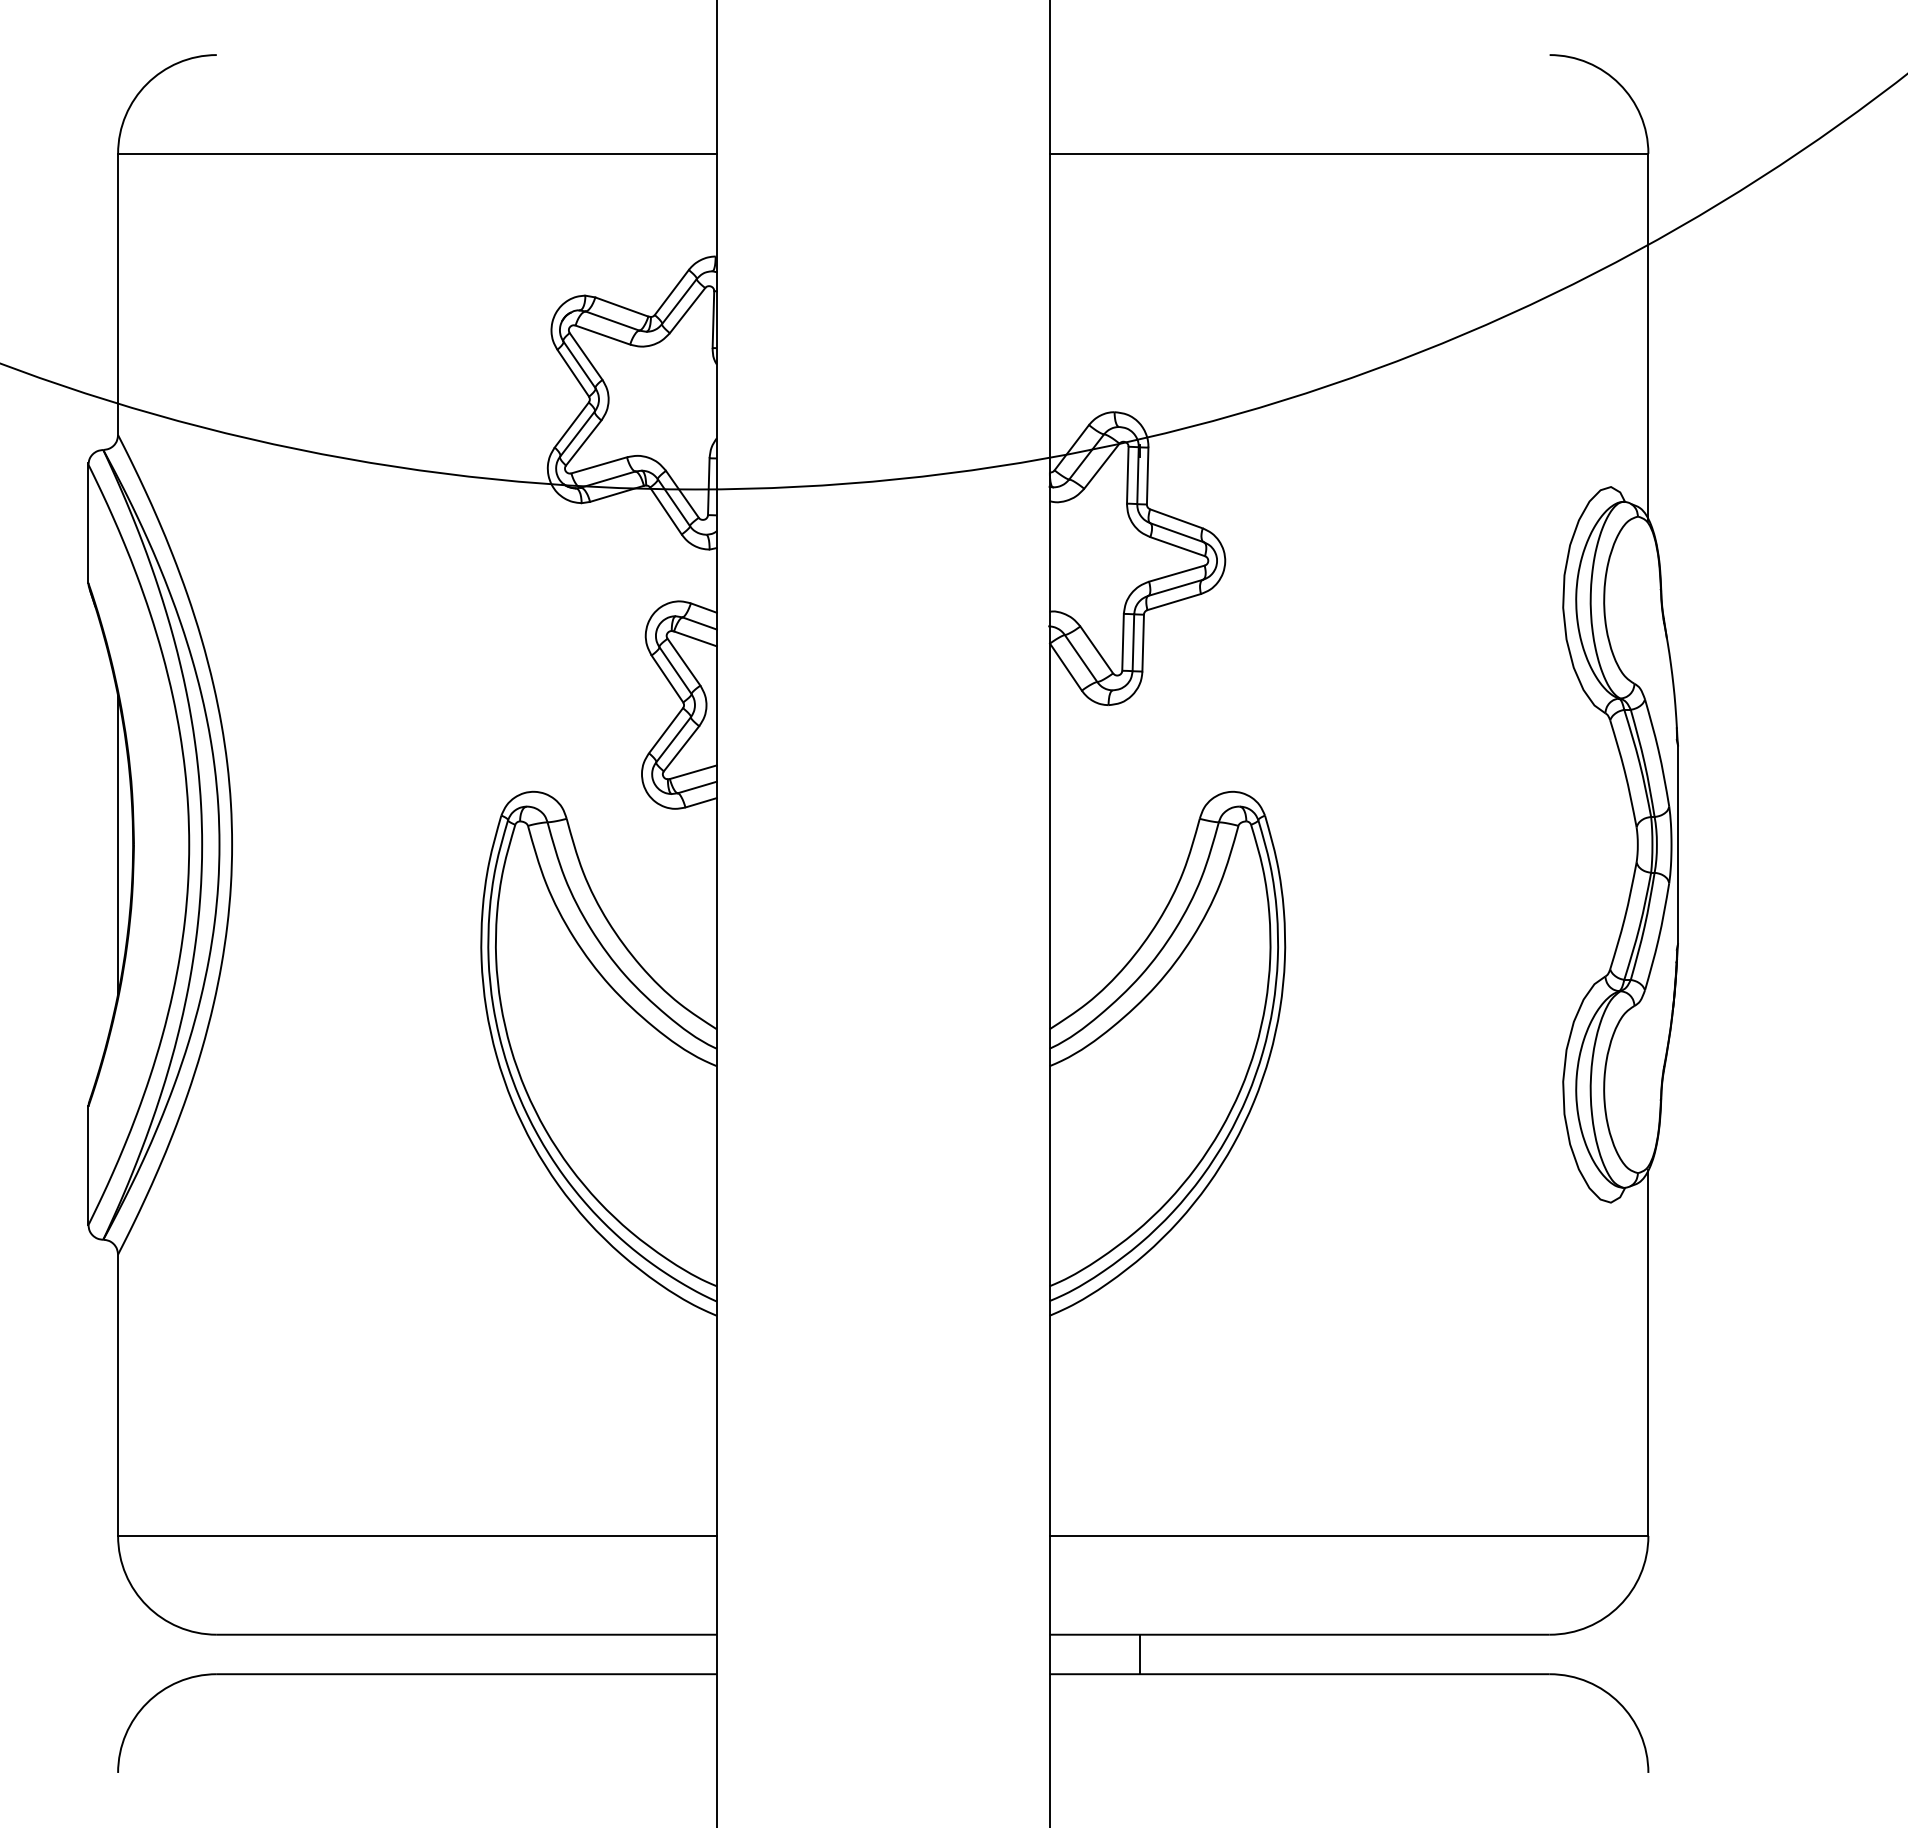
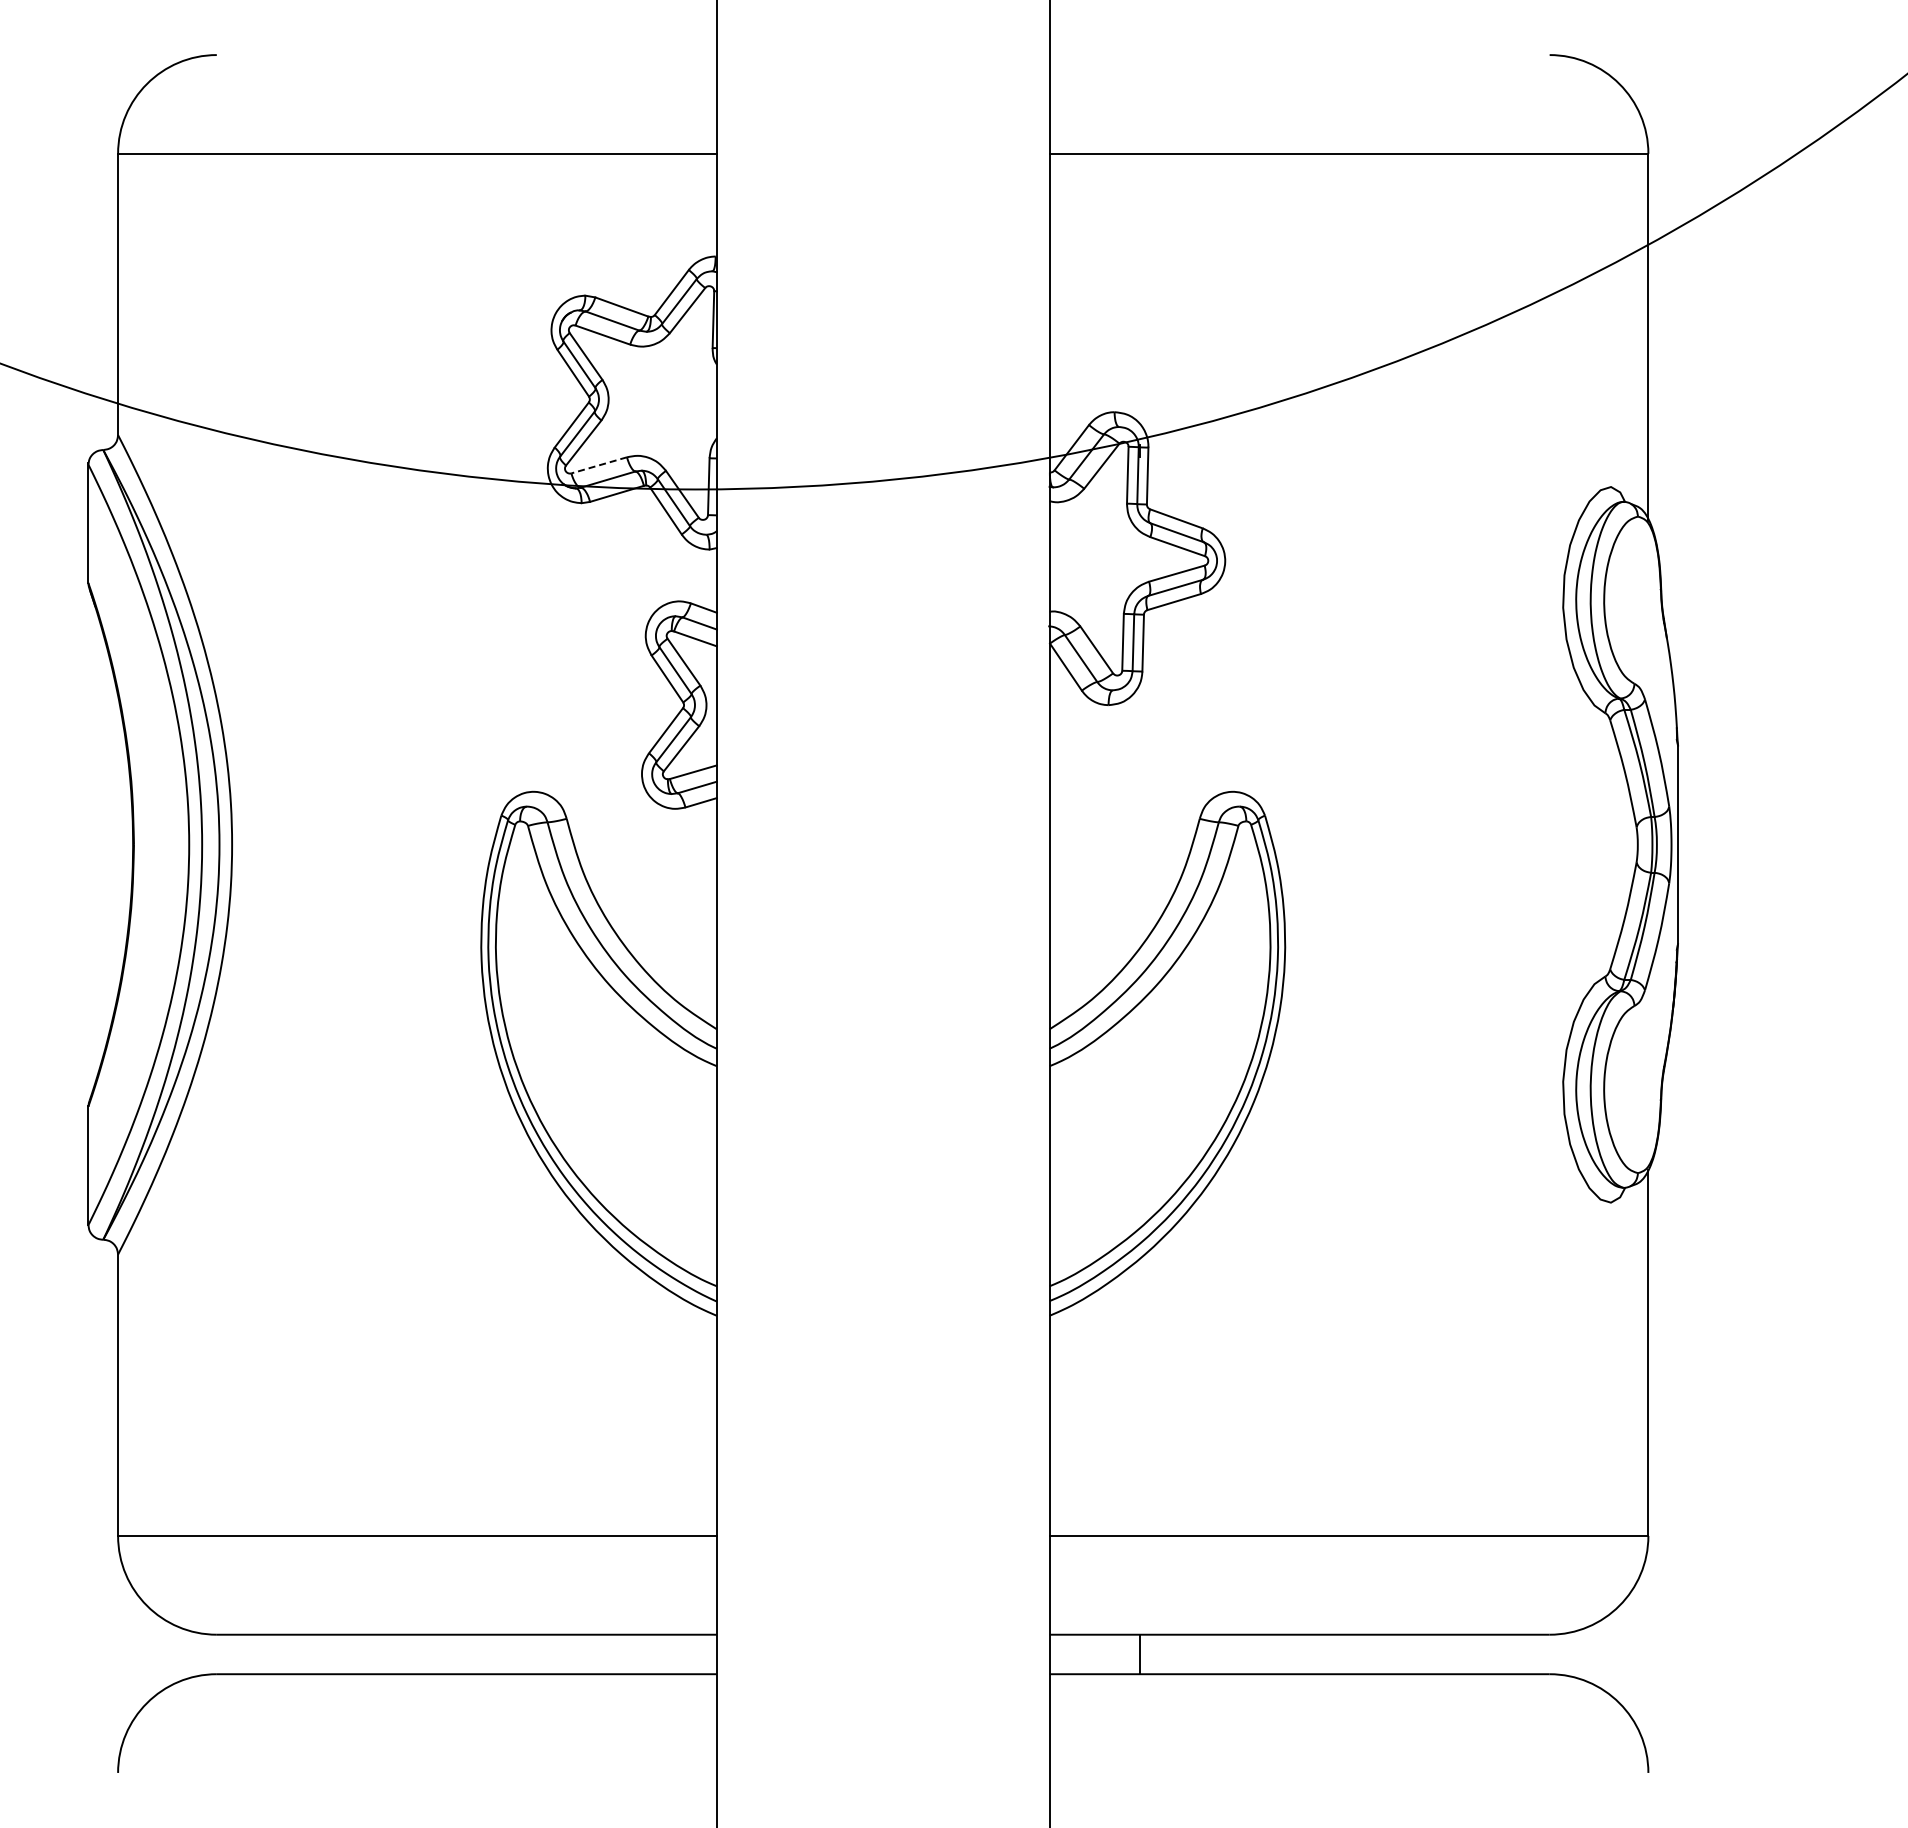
line at (599, 465): solid -> dashed
line at (118, 845): present -> none
